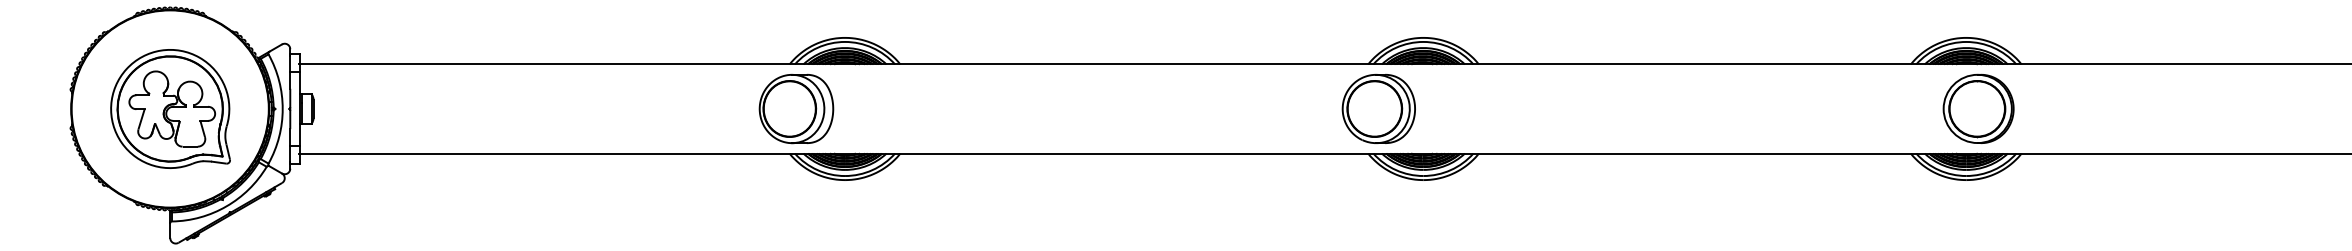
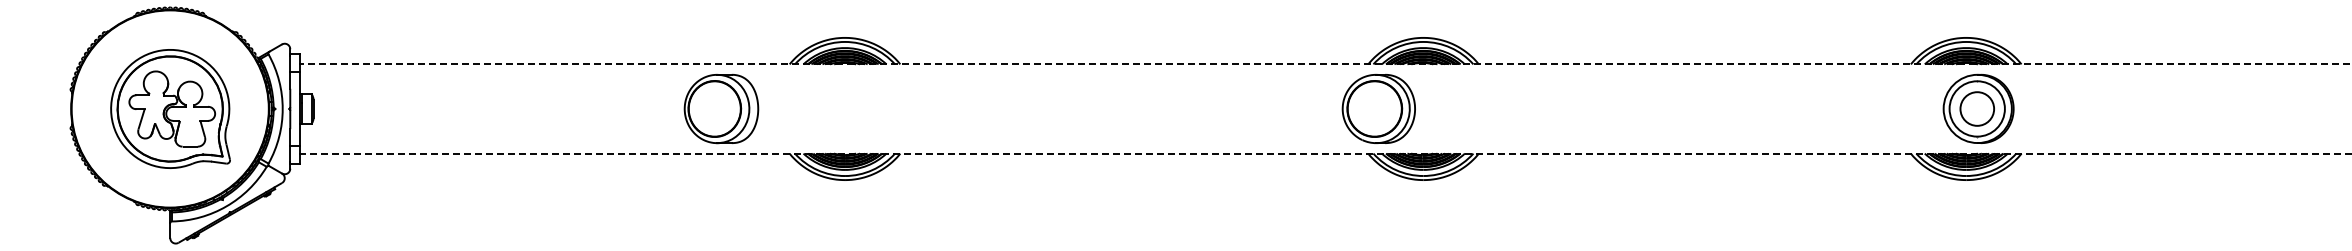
line at (1325, 64): solid -> dashed
circle at (1977, 108) diameter: 56 px -> 34 px
part at (796, 109) position: (796, 109) -> (721, 109)
line at (1326, 153): solid -> dashed
